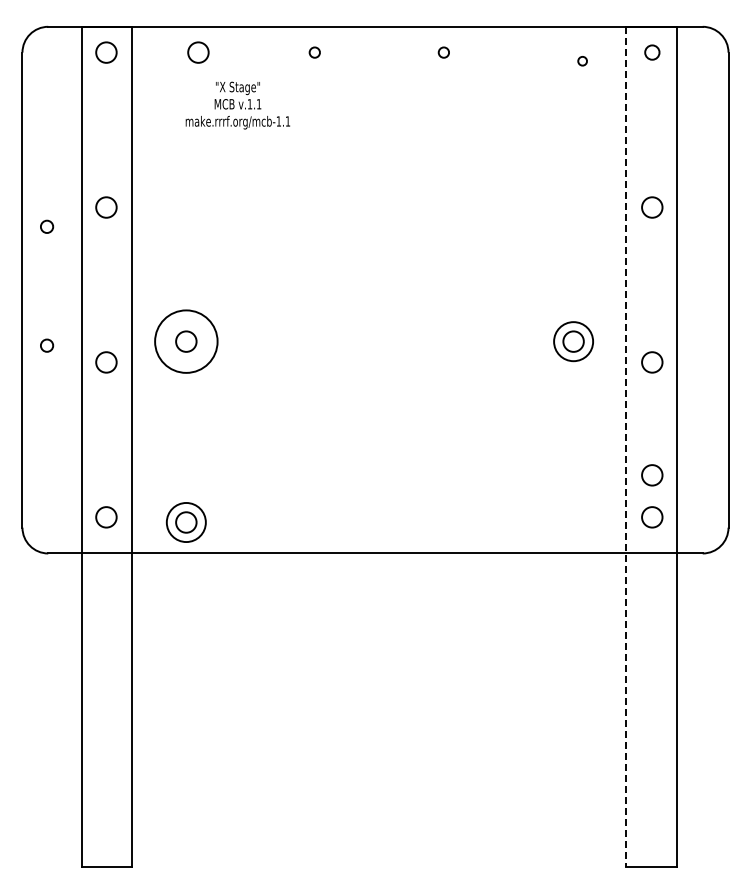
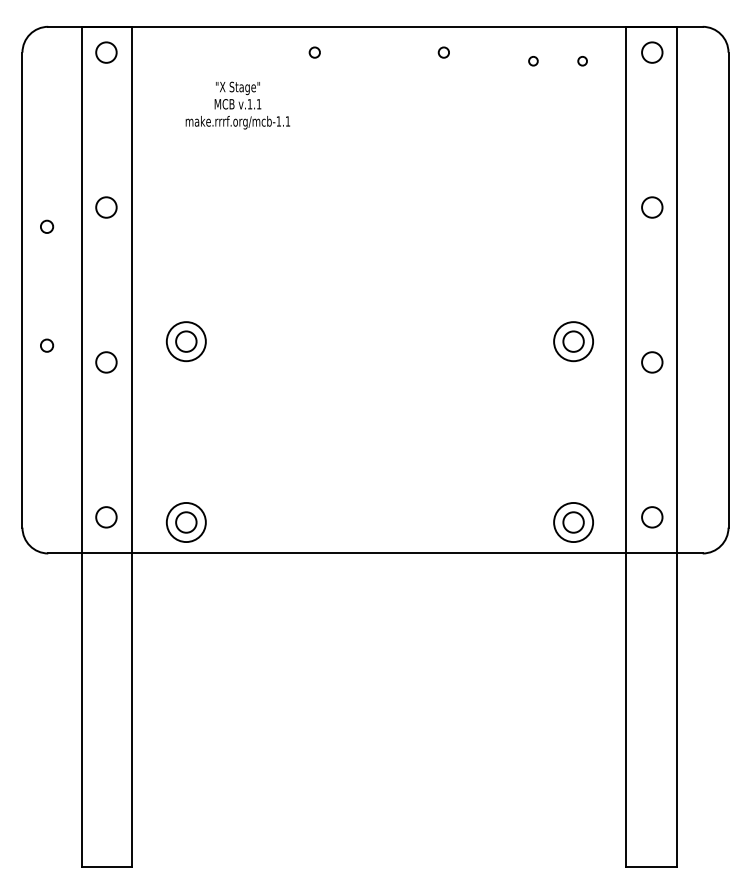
circle at (198, 52): present -> none
circle at (652, 52) size: 17x17 px -> 23x23 px
circle at (533, 61): none -> present
circle at (186, 341) diameter: 62 px -> 39 px
line at (626, 447): dashed -> solid
circle at (652, 475): present -> none
part at (573, 522): none -> present
